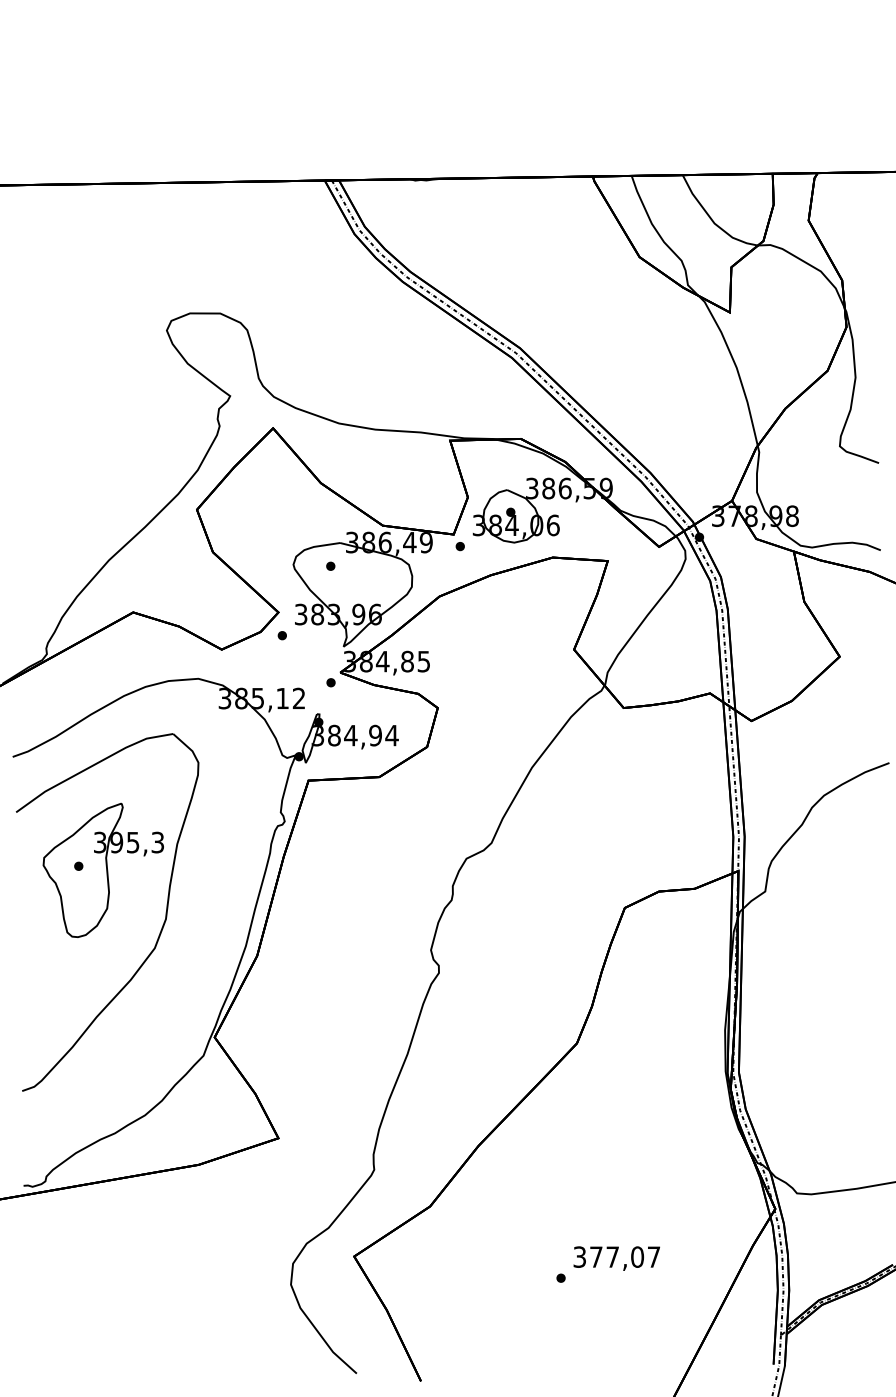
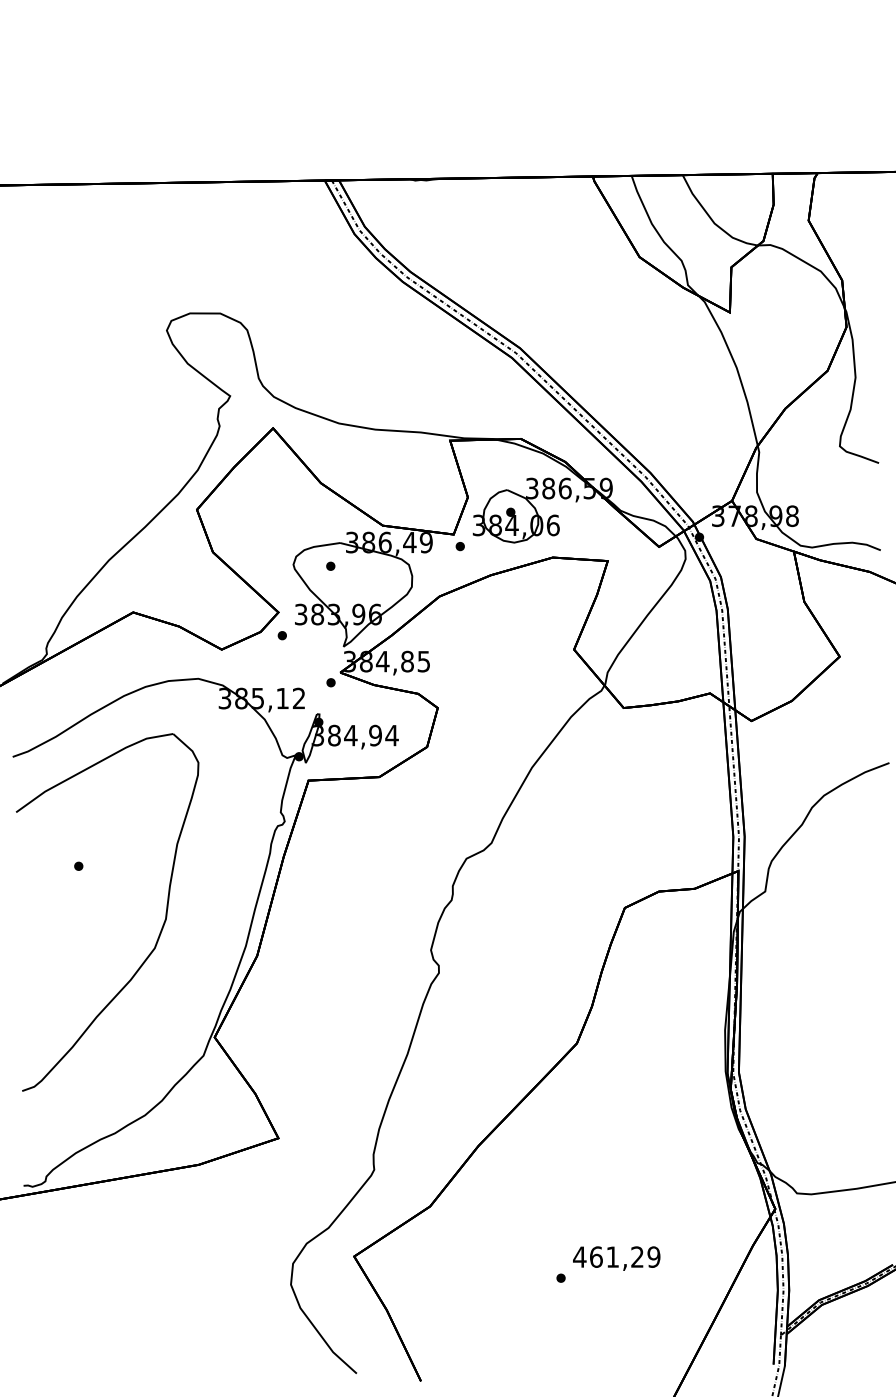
part at (102, 869): present -> none
text at (616, 1256): 377,07 -> 461,29
